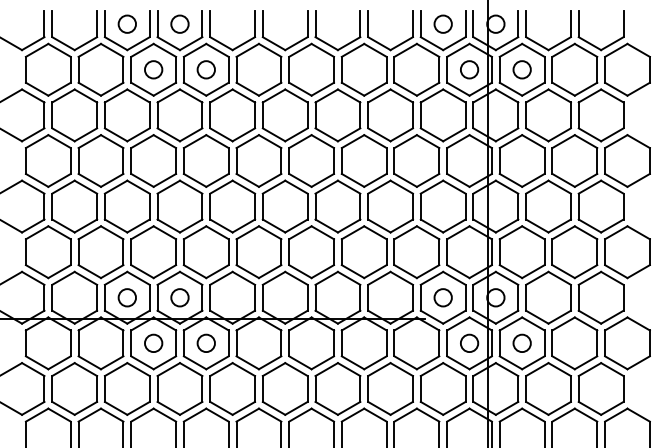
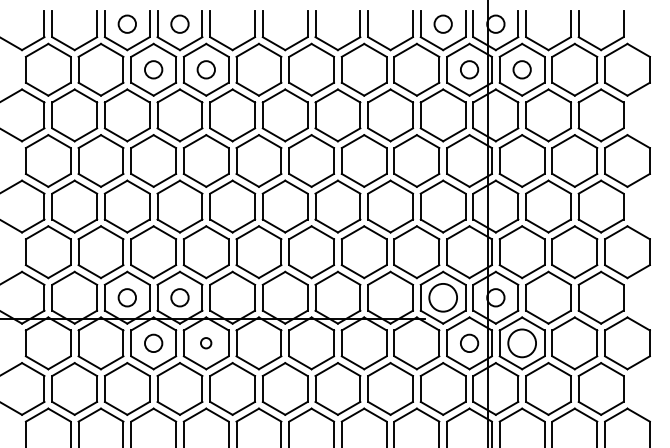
circle at (442, 297) diameter: 17 px -> 28 px
circle at (205, 342) size: 20x20 px -> 13x13 px
circle at (521, 343) diameter: 17 px -> 28 px
